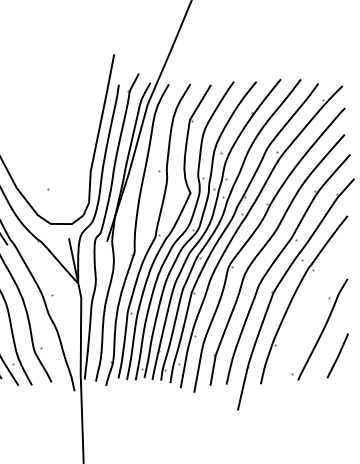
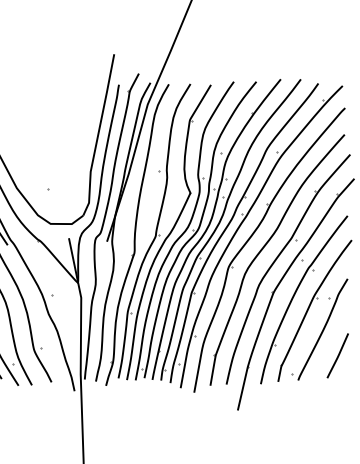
part at (314, 310): none -> present
